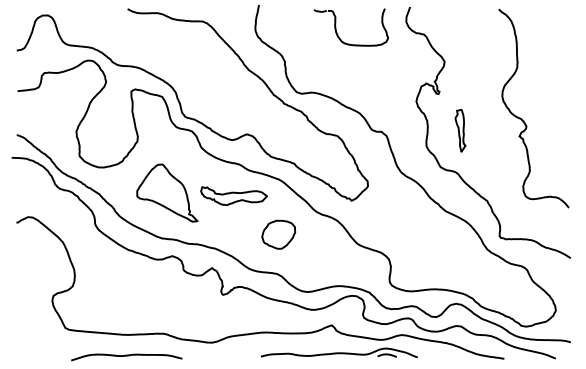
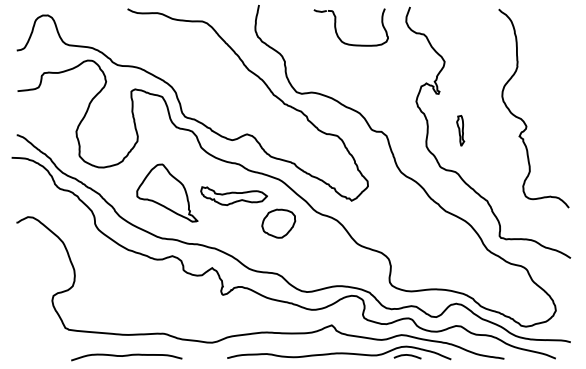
part at (460, 130) size: 13x44 px -> 10x32 px
part at (278, 234) position: (278, 234) -> (278, 223)
part at (338, 352) size: 158x12 px -> 225x16 px
